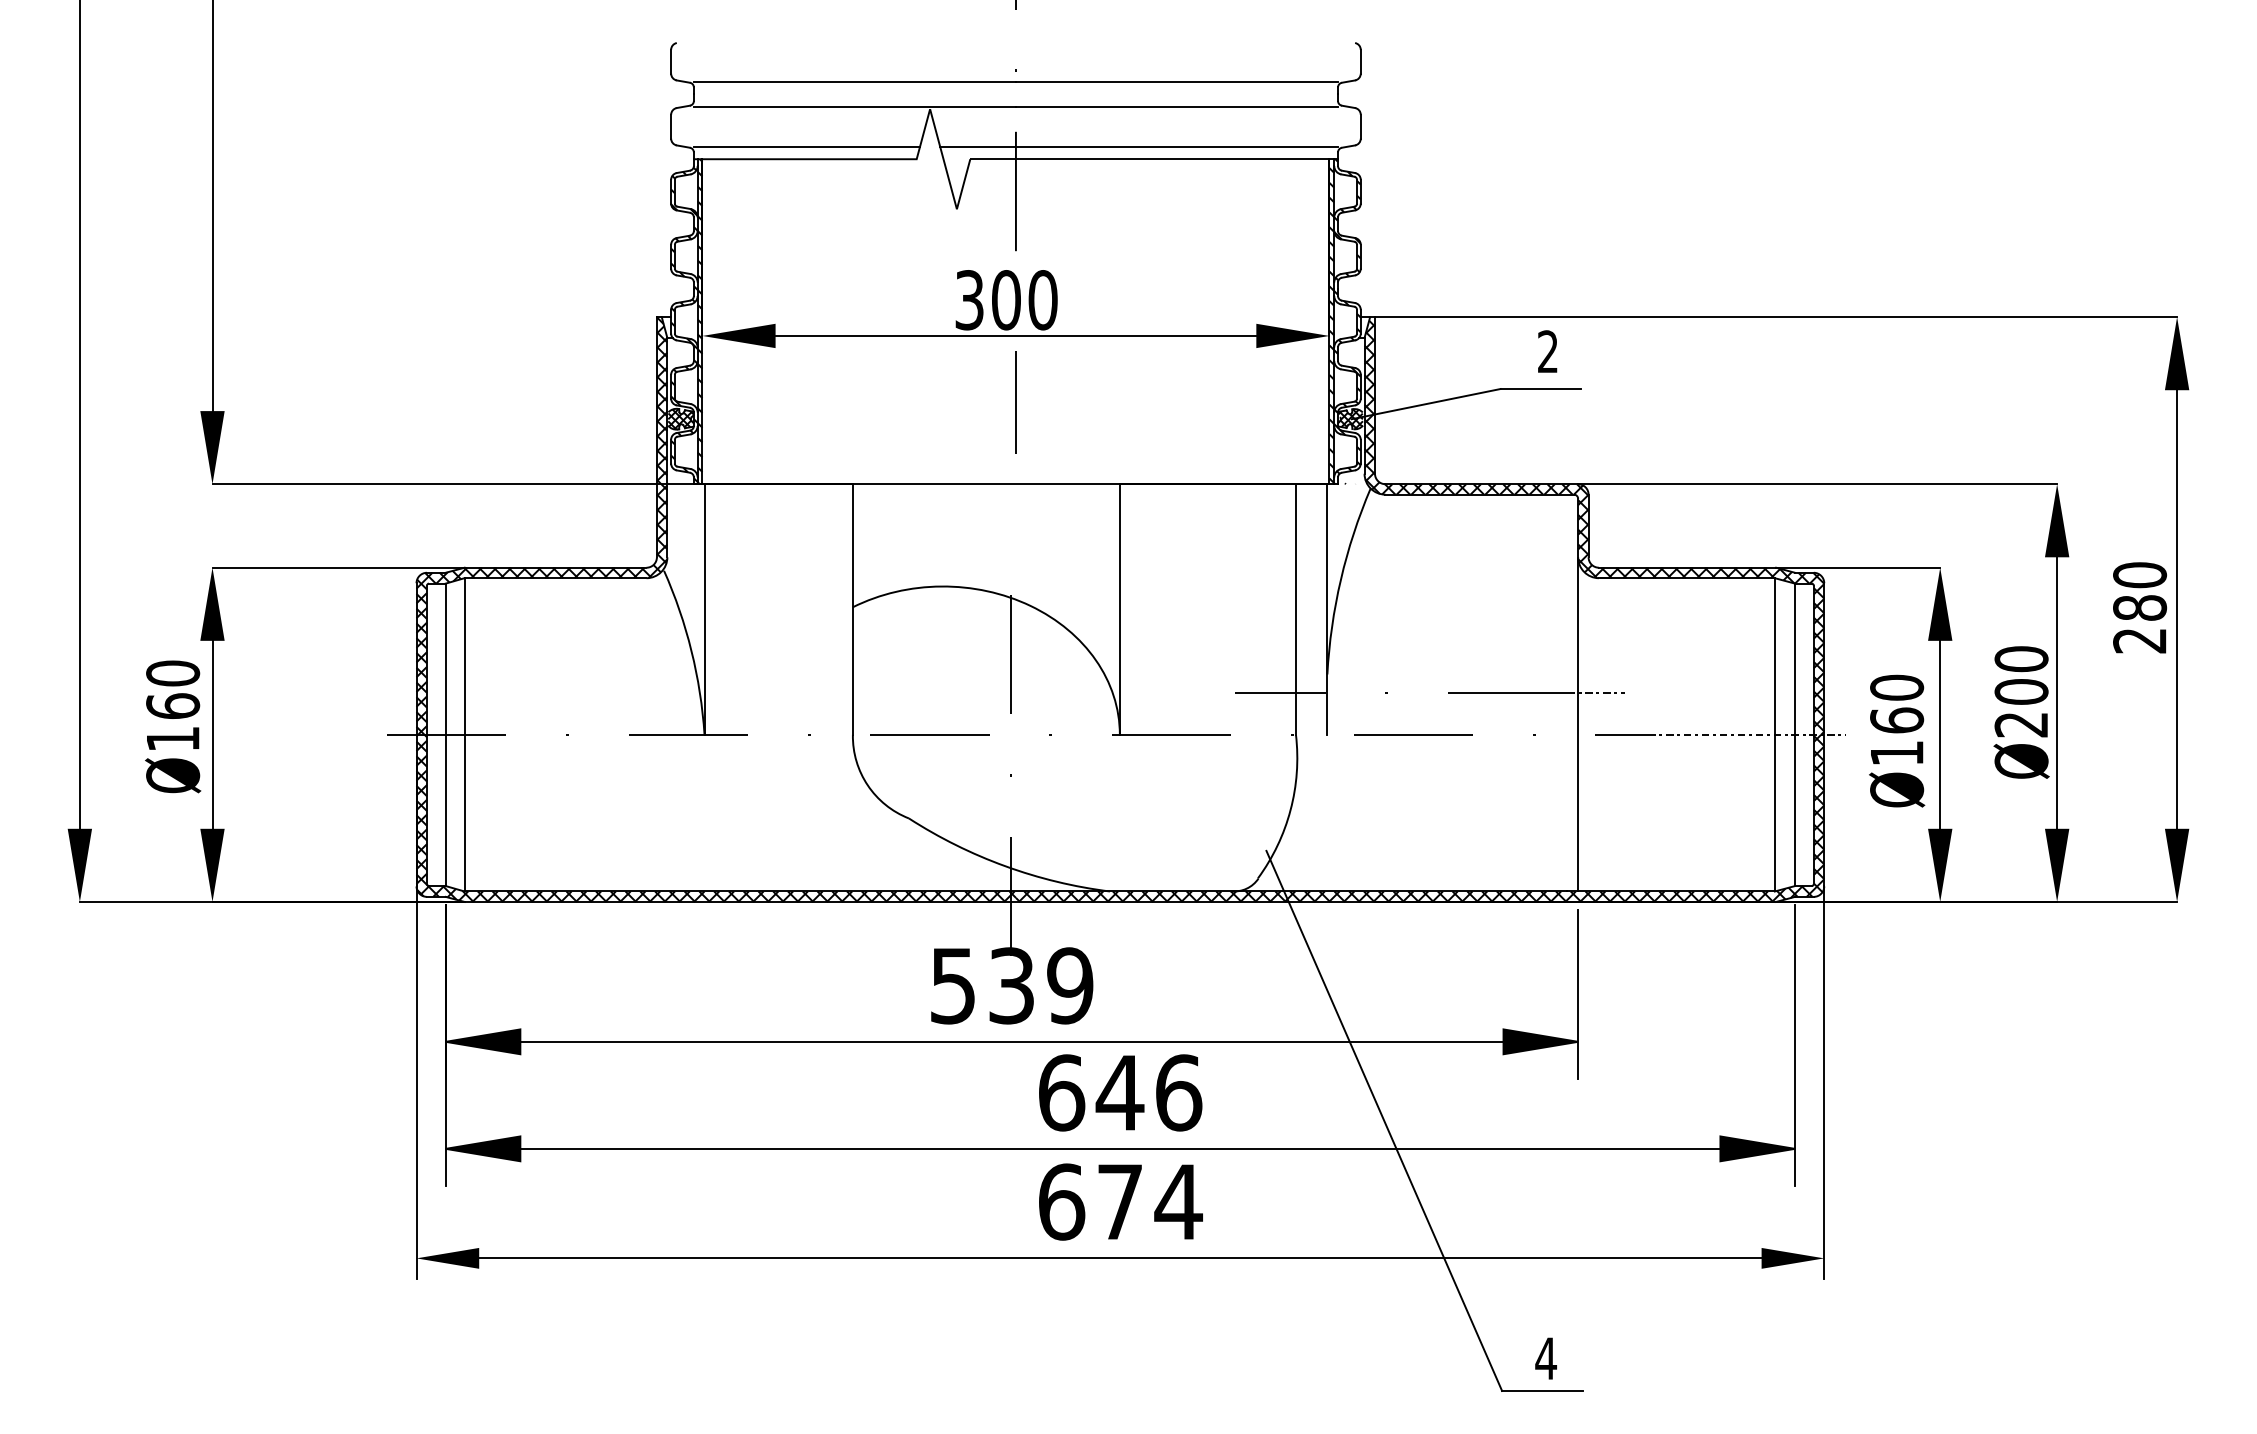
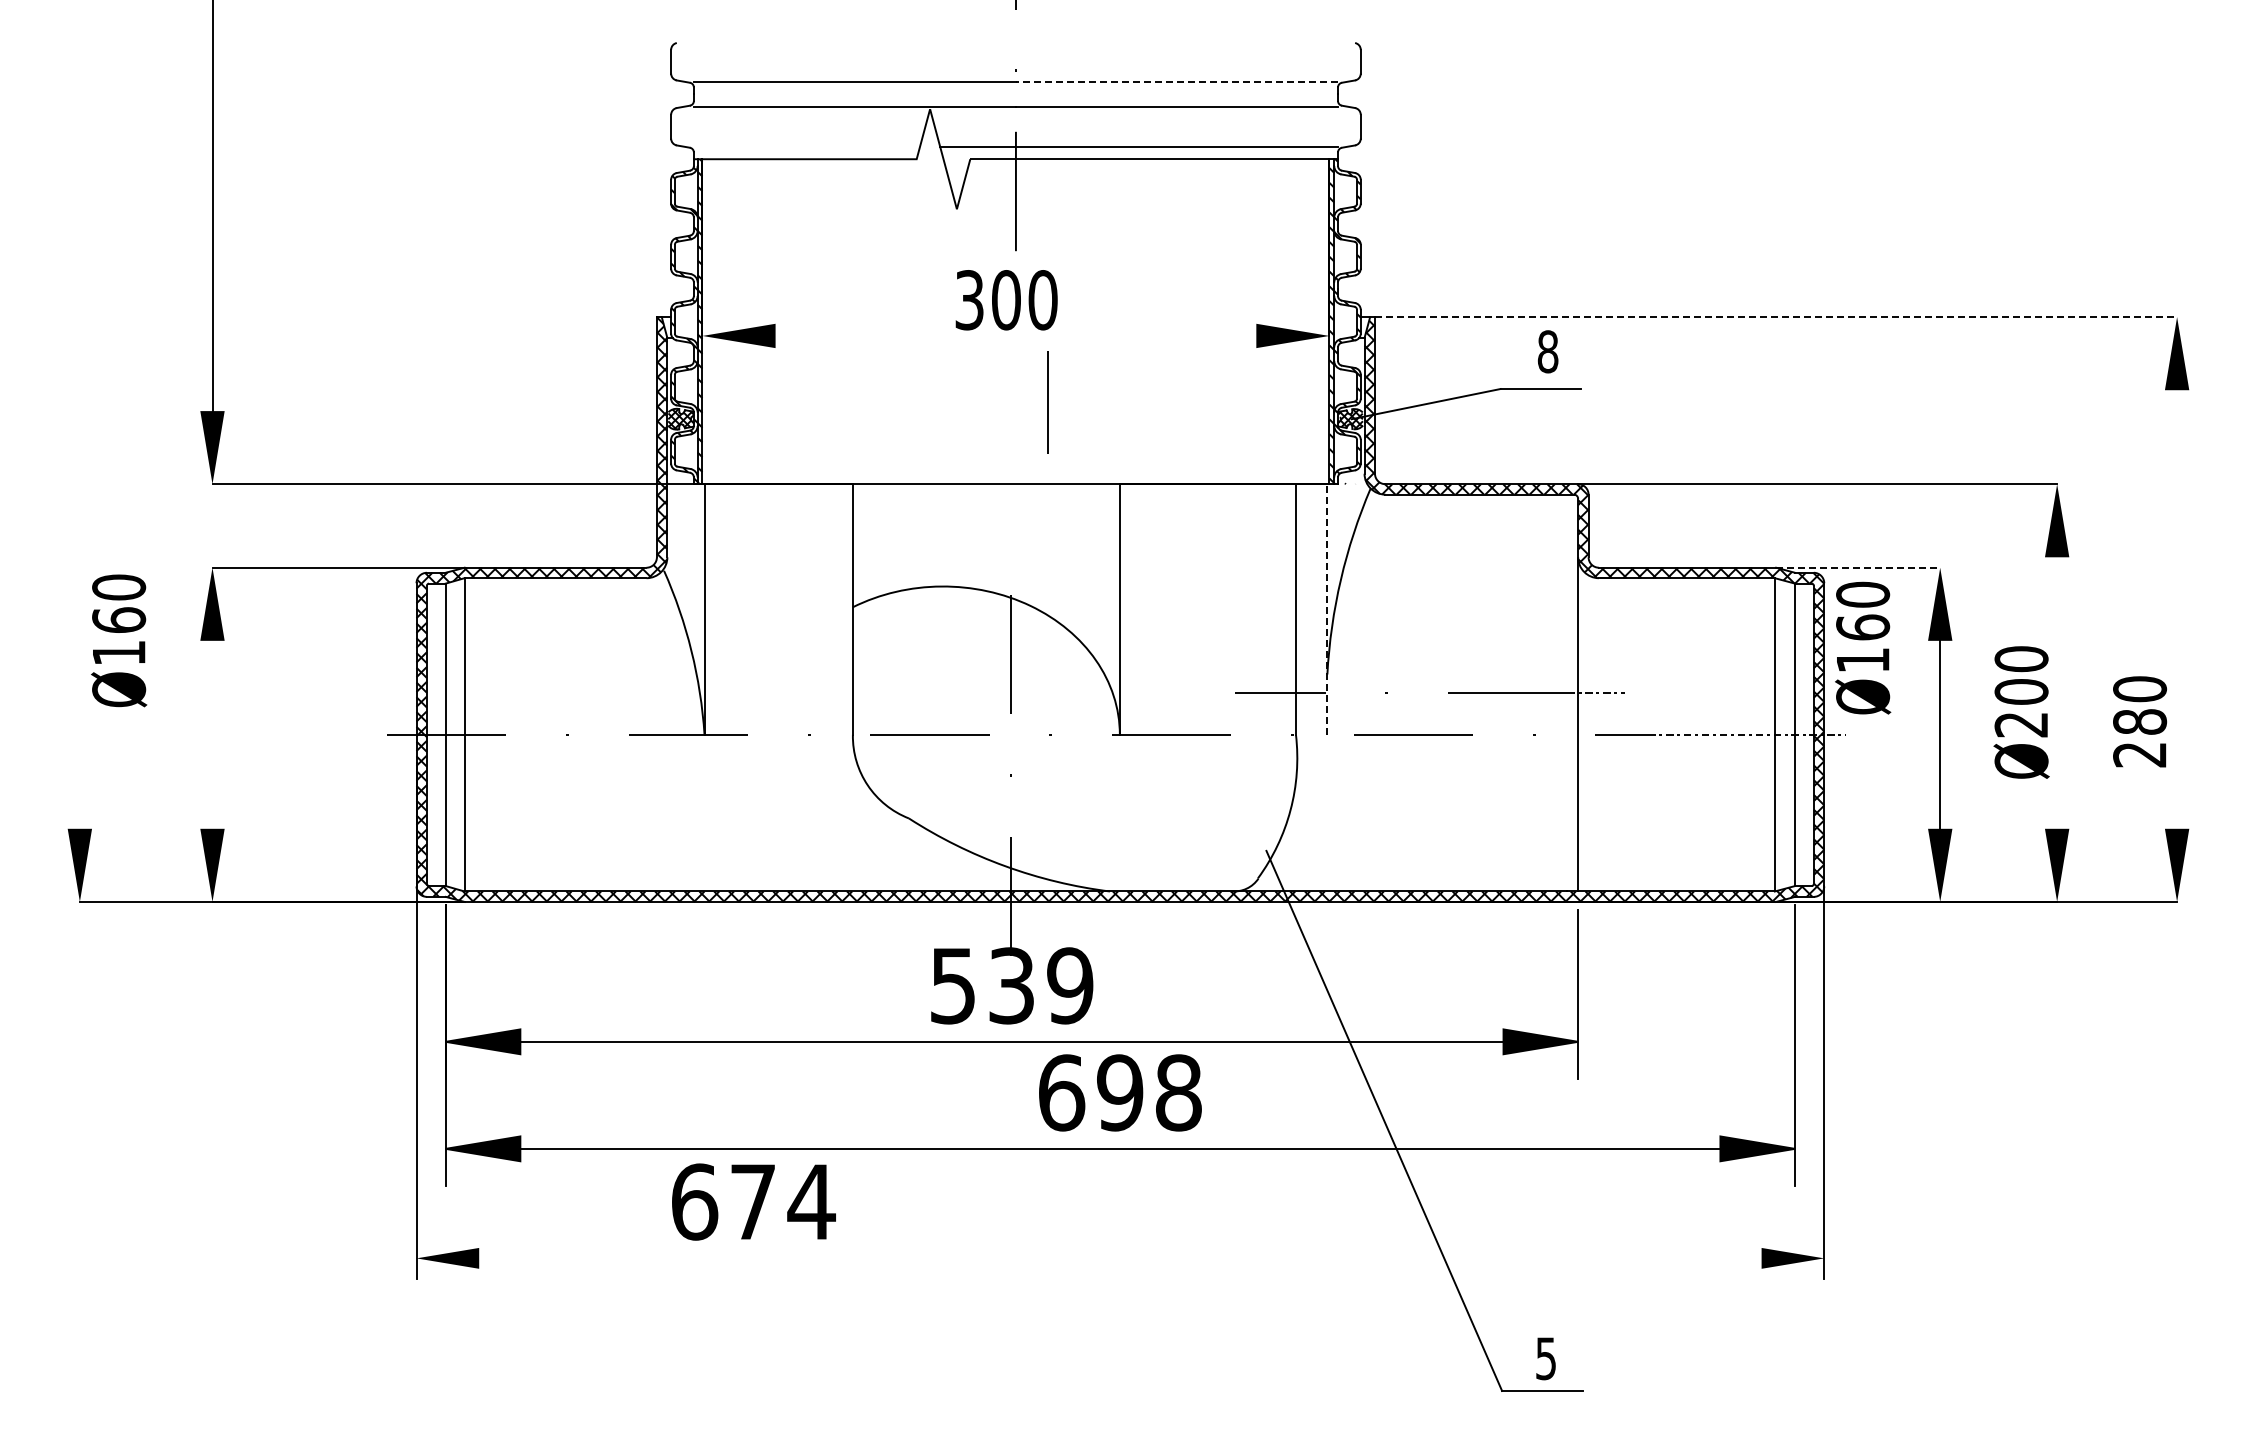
line at (1176, 81): solid -> dashed
line at (807, 146): present -> none
line at (1776, 317): solid -> dashed
line at (1015, 335): present -> none
text at (1547, 351): 2 -> 8
line at (1015, 402) position: (1015, 402) -> (1047, 402)
line at (79, 415): present -> none
line at (1858, 567): solid -> dashed
text at (2139, 607) position: (2139, 607) -> (2139, 721)
line at (1327, 609): solid -> dashed
line at (2177, 609): present -> none
line at (2057, 692): present -> none
text at (173, 726) position: (173, 726) -> (119, 640)
line at (212, 734): present -> none
text at (1897, 740) position: (1897, 740) -> (1863, 647)
text at (1148, 1092): 646 -> 698
text at (1120, 1201) position: (1120, 1201) -> (753, 1201)
line at (1120, 1258): present -> none
text at (1546, 1358): 4 -> 5
